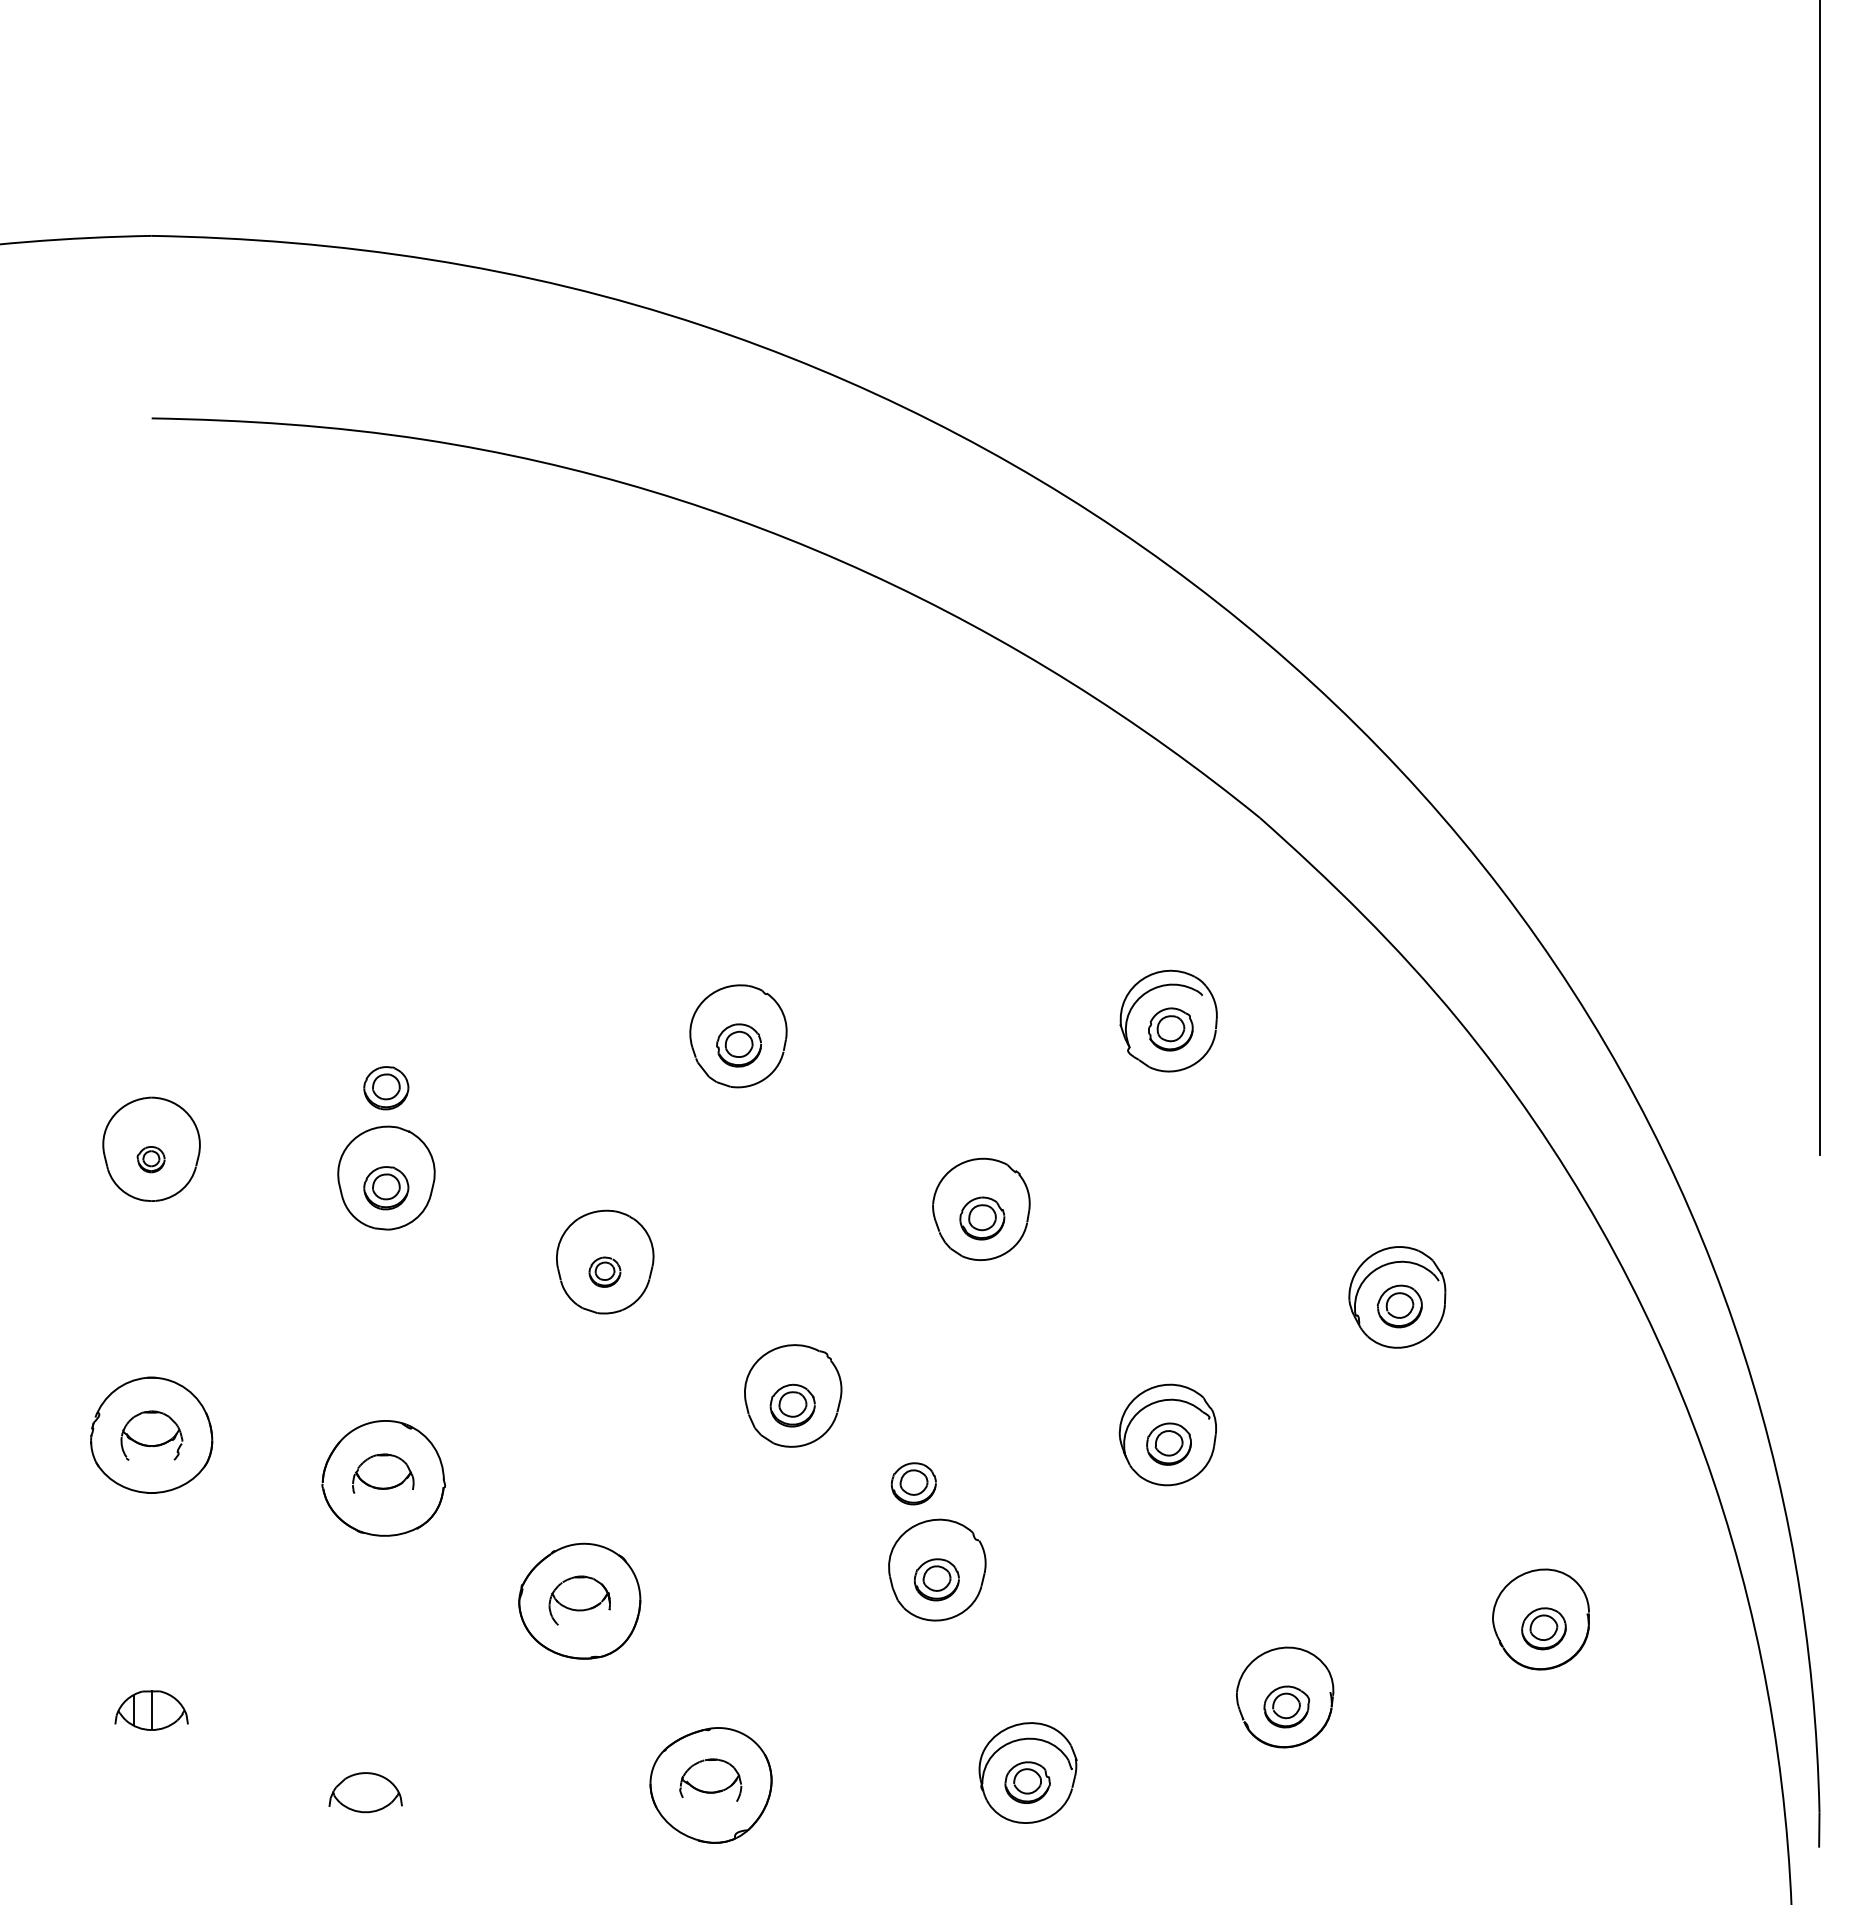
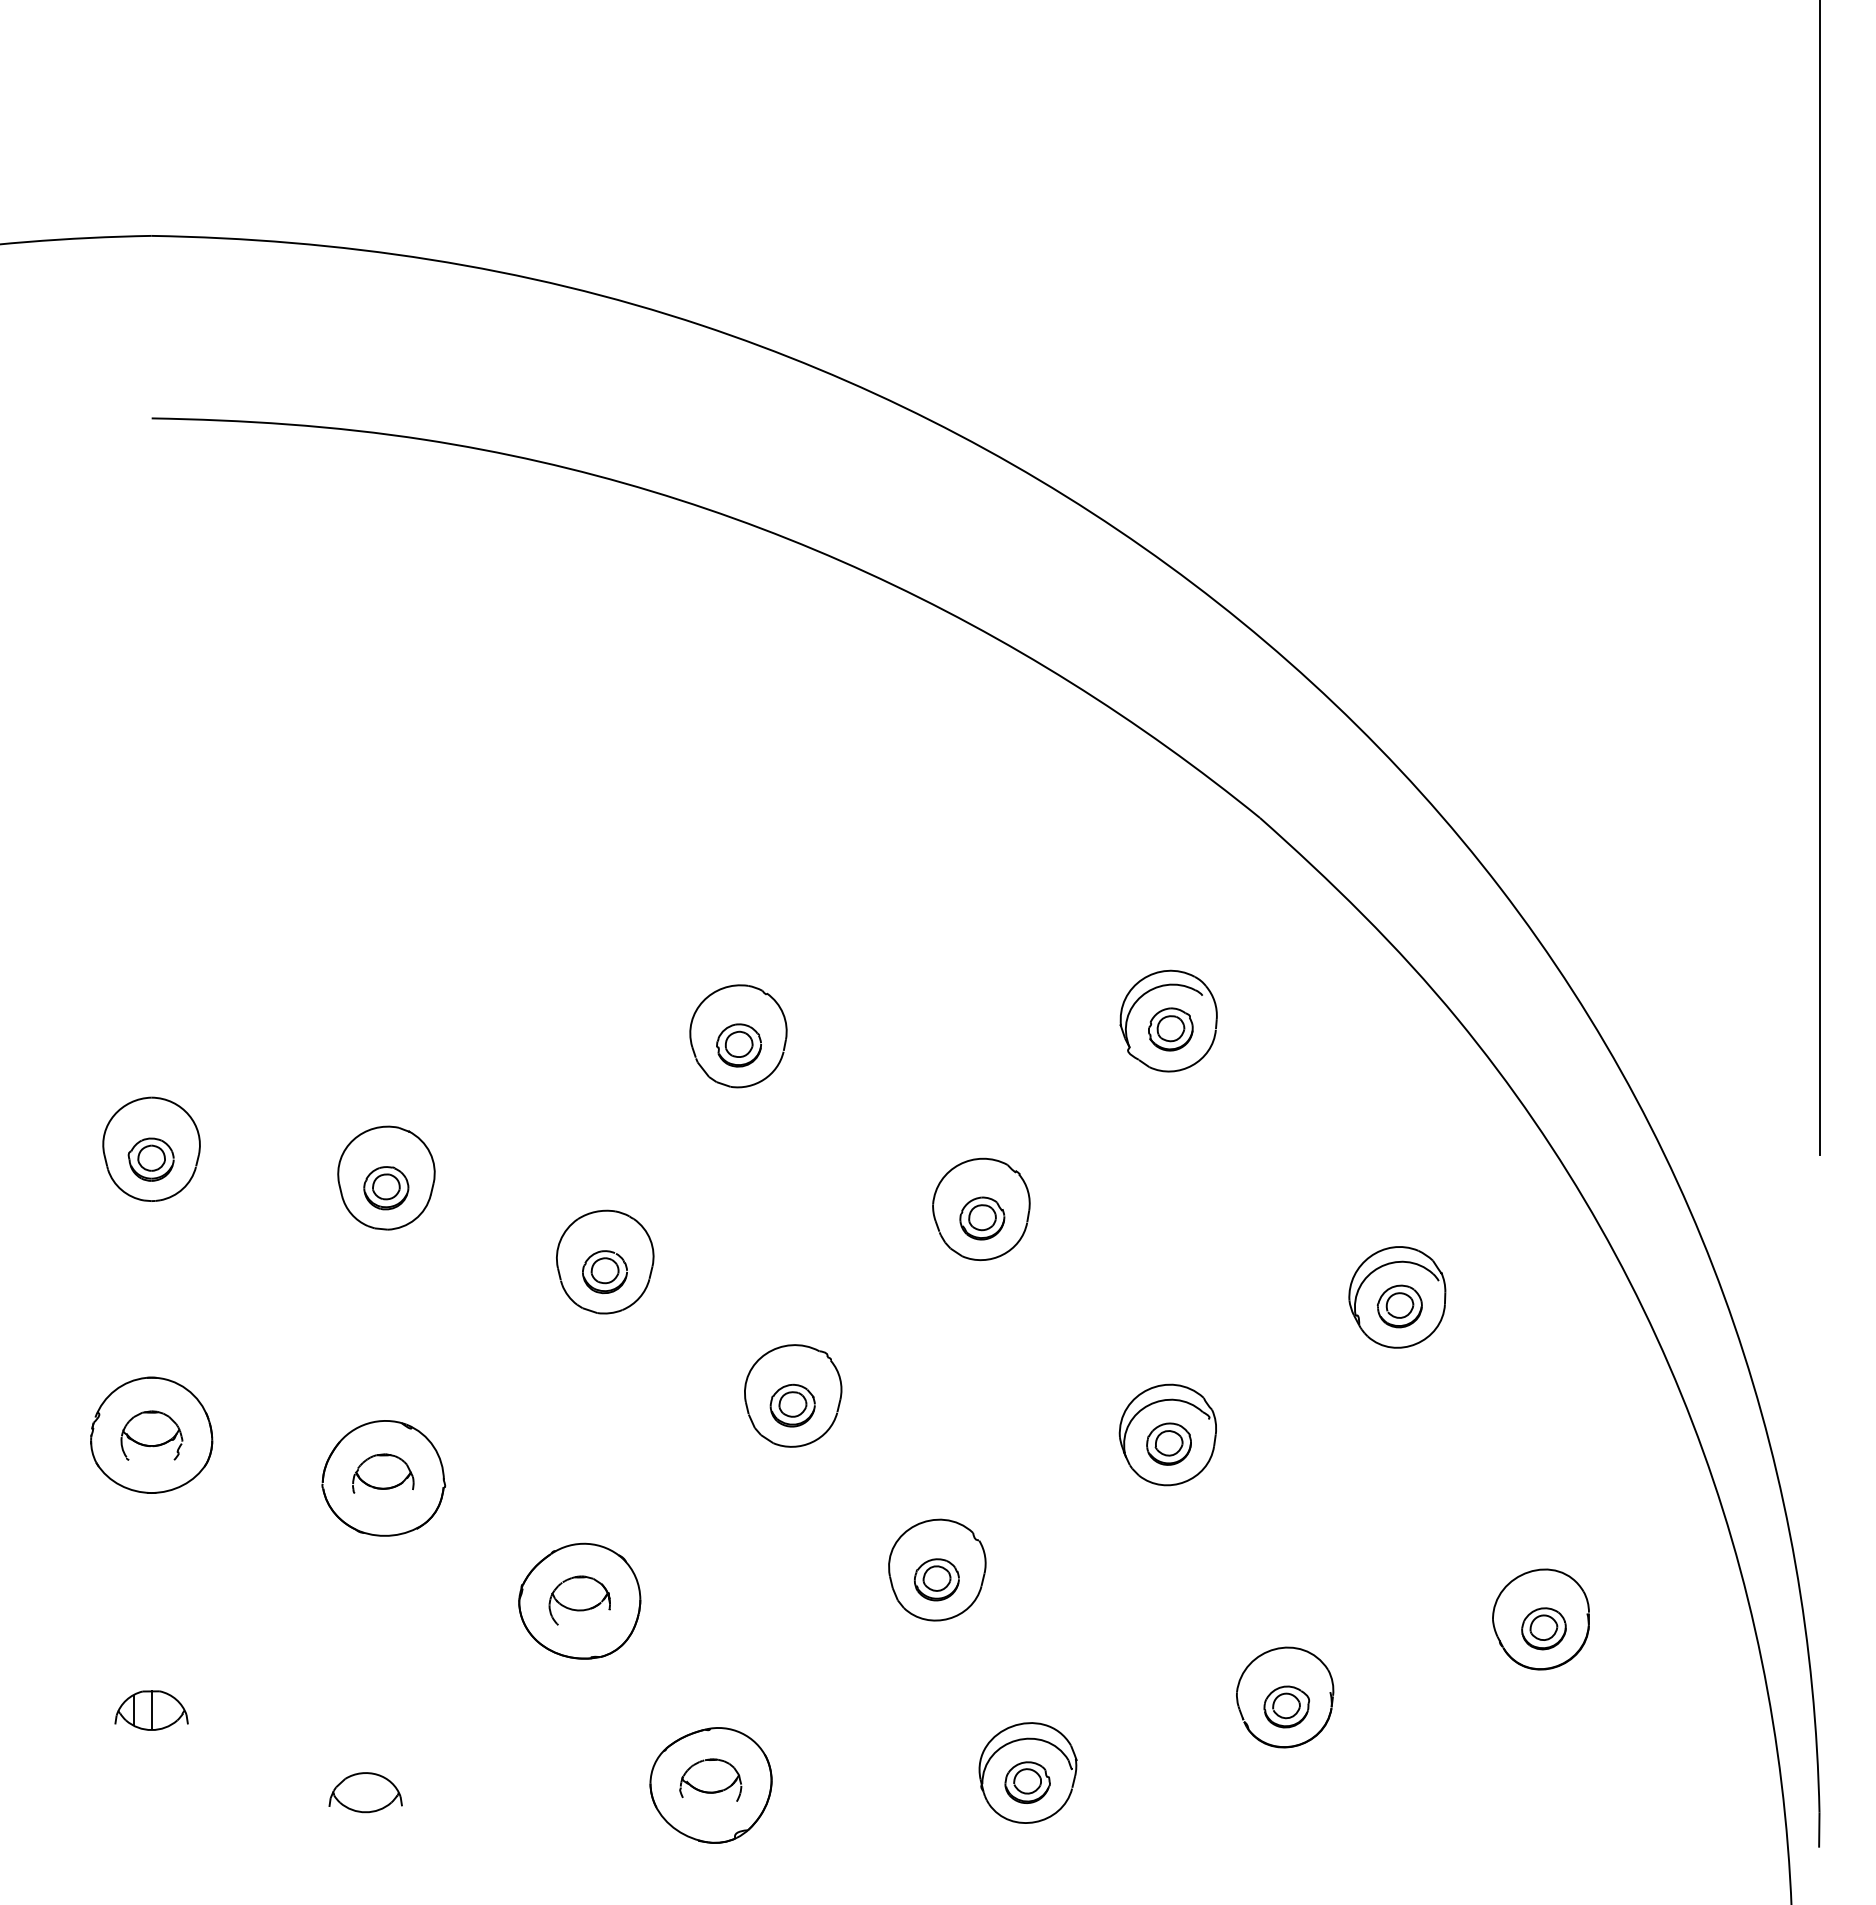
part at (386, 1088): present -> none
part at (150, 1159) size: 30x28 px -> 48x45 px
part at (604, 1271) size: 34x32 px -> 46x45 px
part at (913, 1483): present -> none
